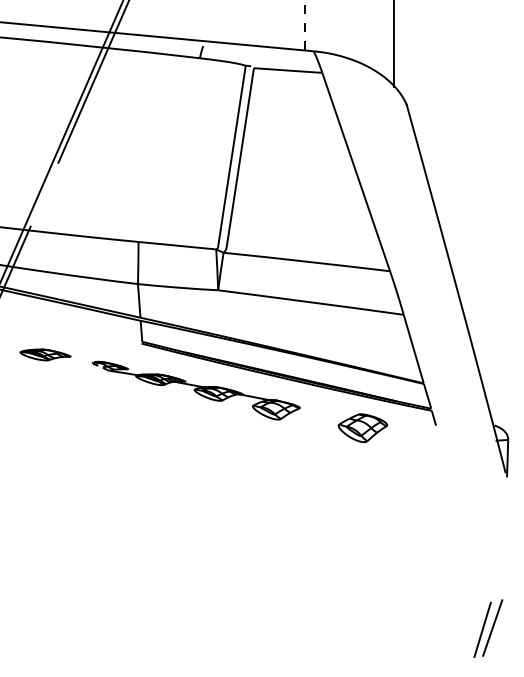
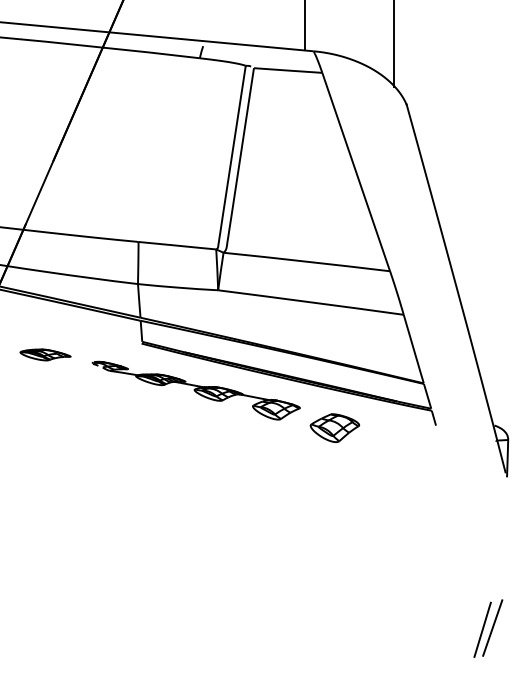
line at (305, 25): dashed -> solid
line at (65, 146) position: (65, 146) -> (62, 140)
part at (362, 427) position: (362, 427) -> (334, 427)
